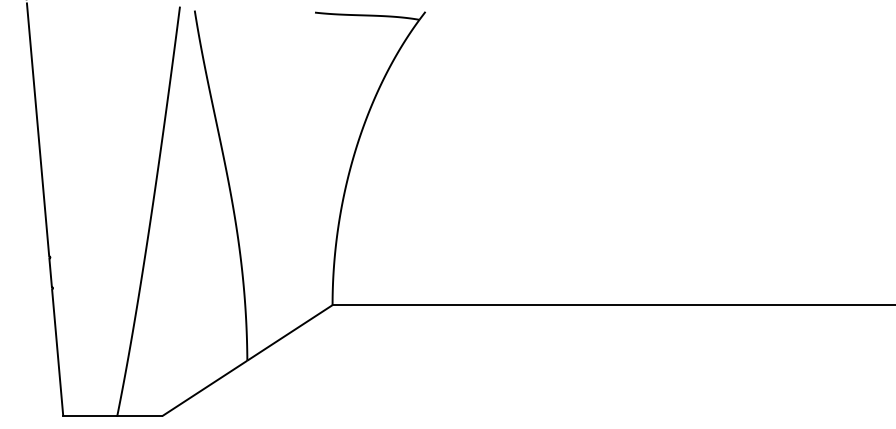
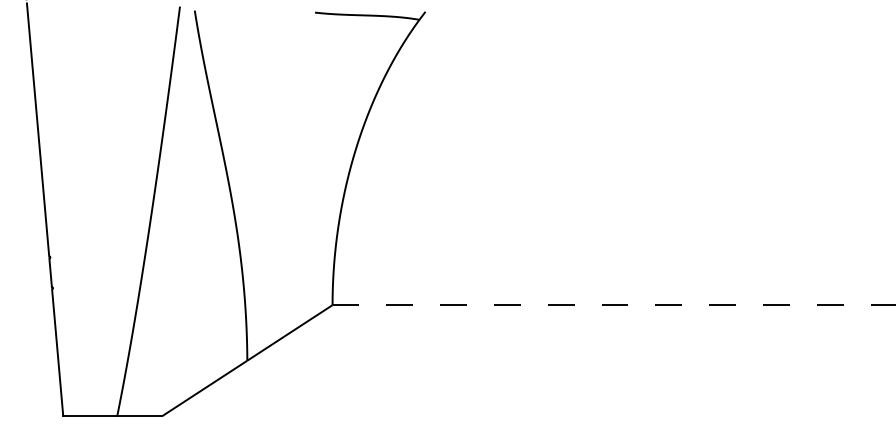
line at (614, 305): solid -> dashed
